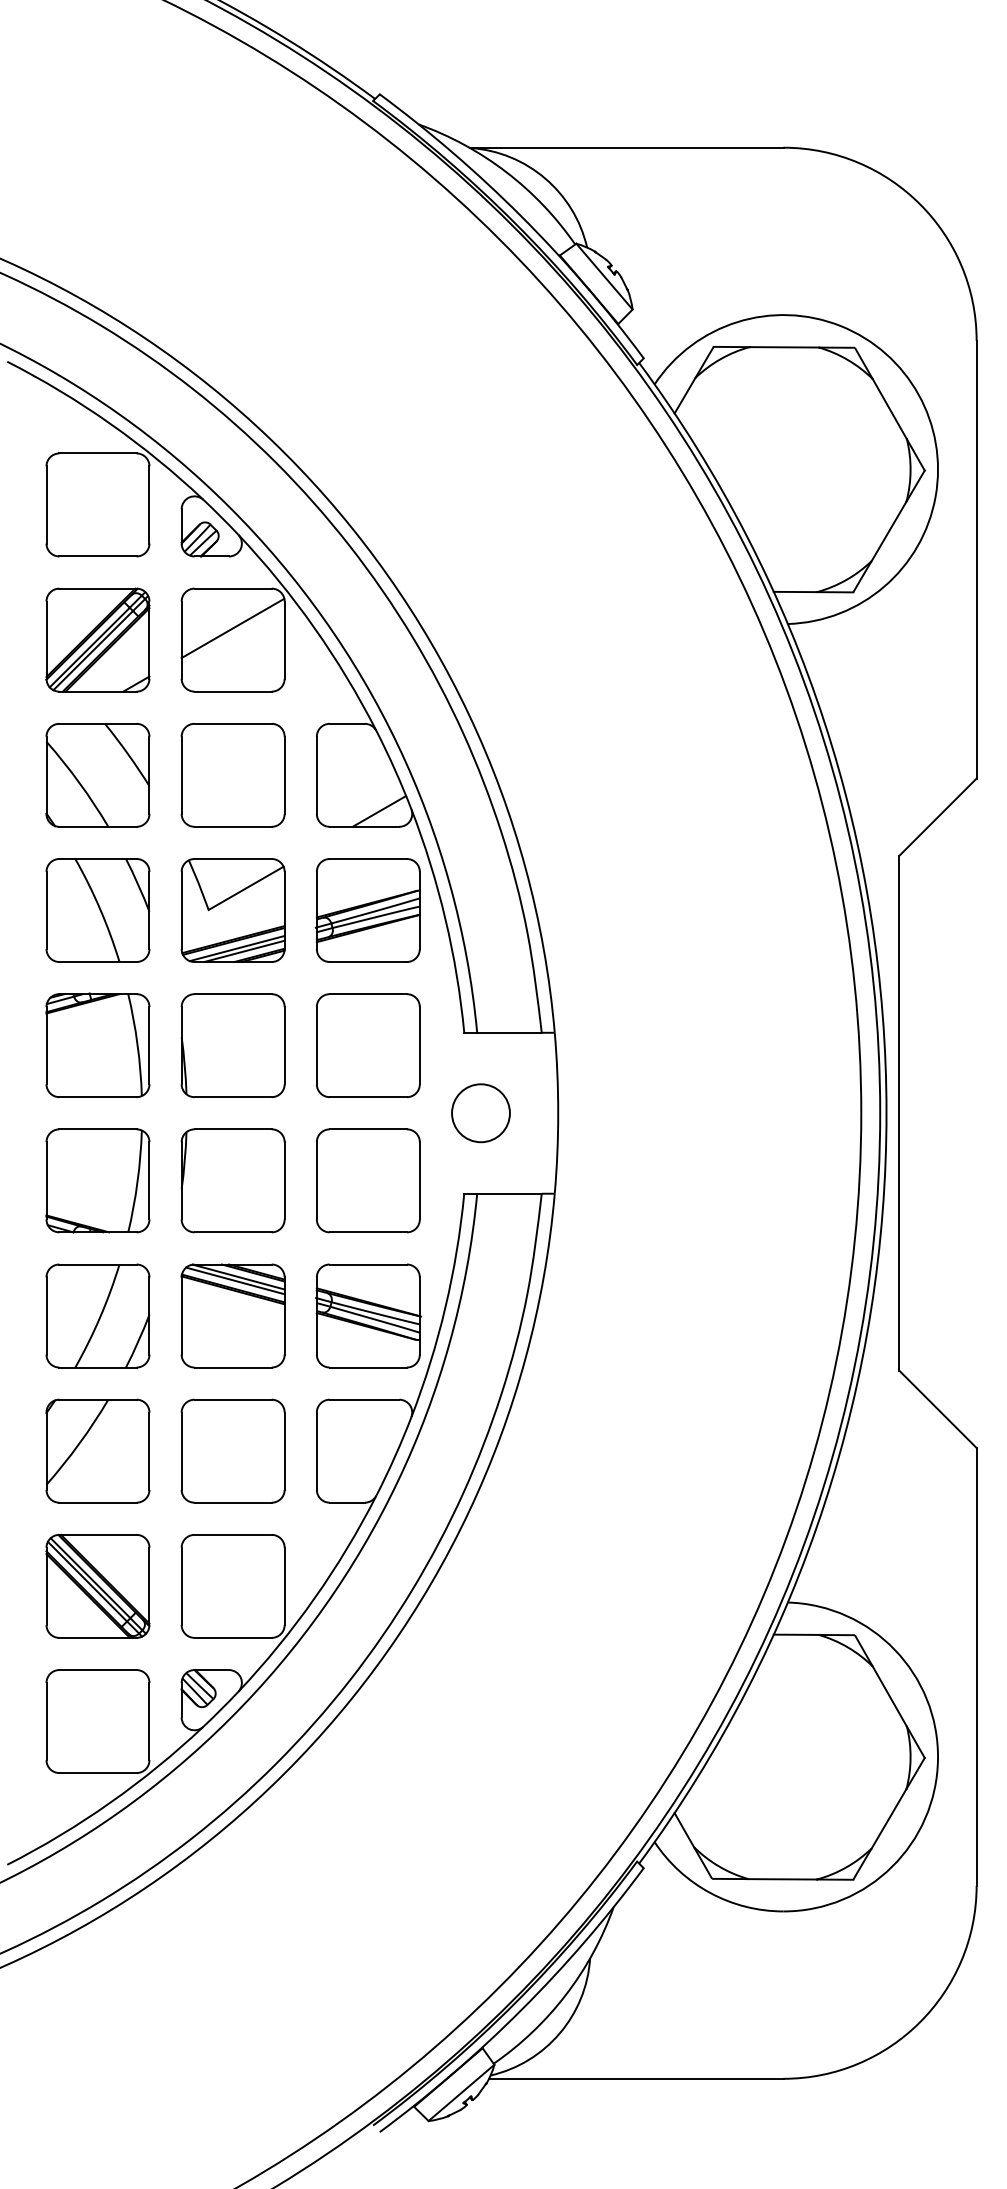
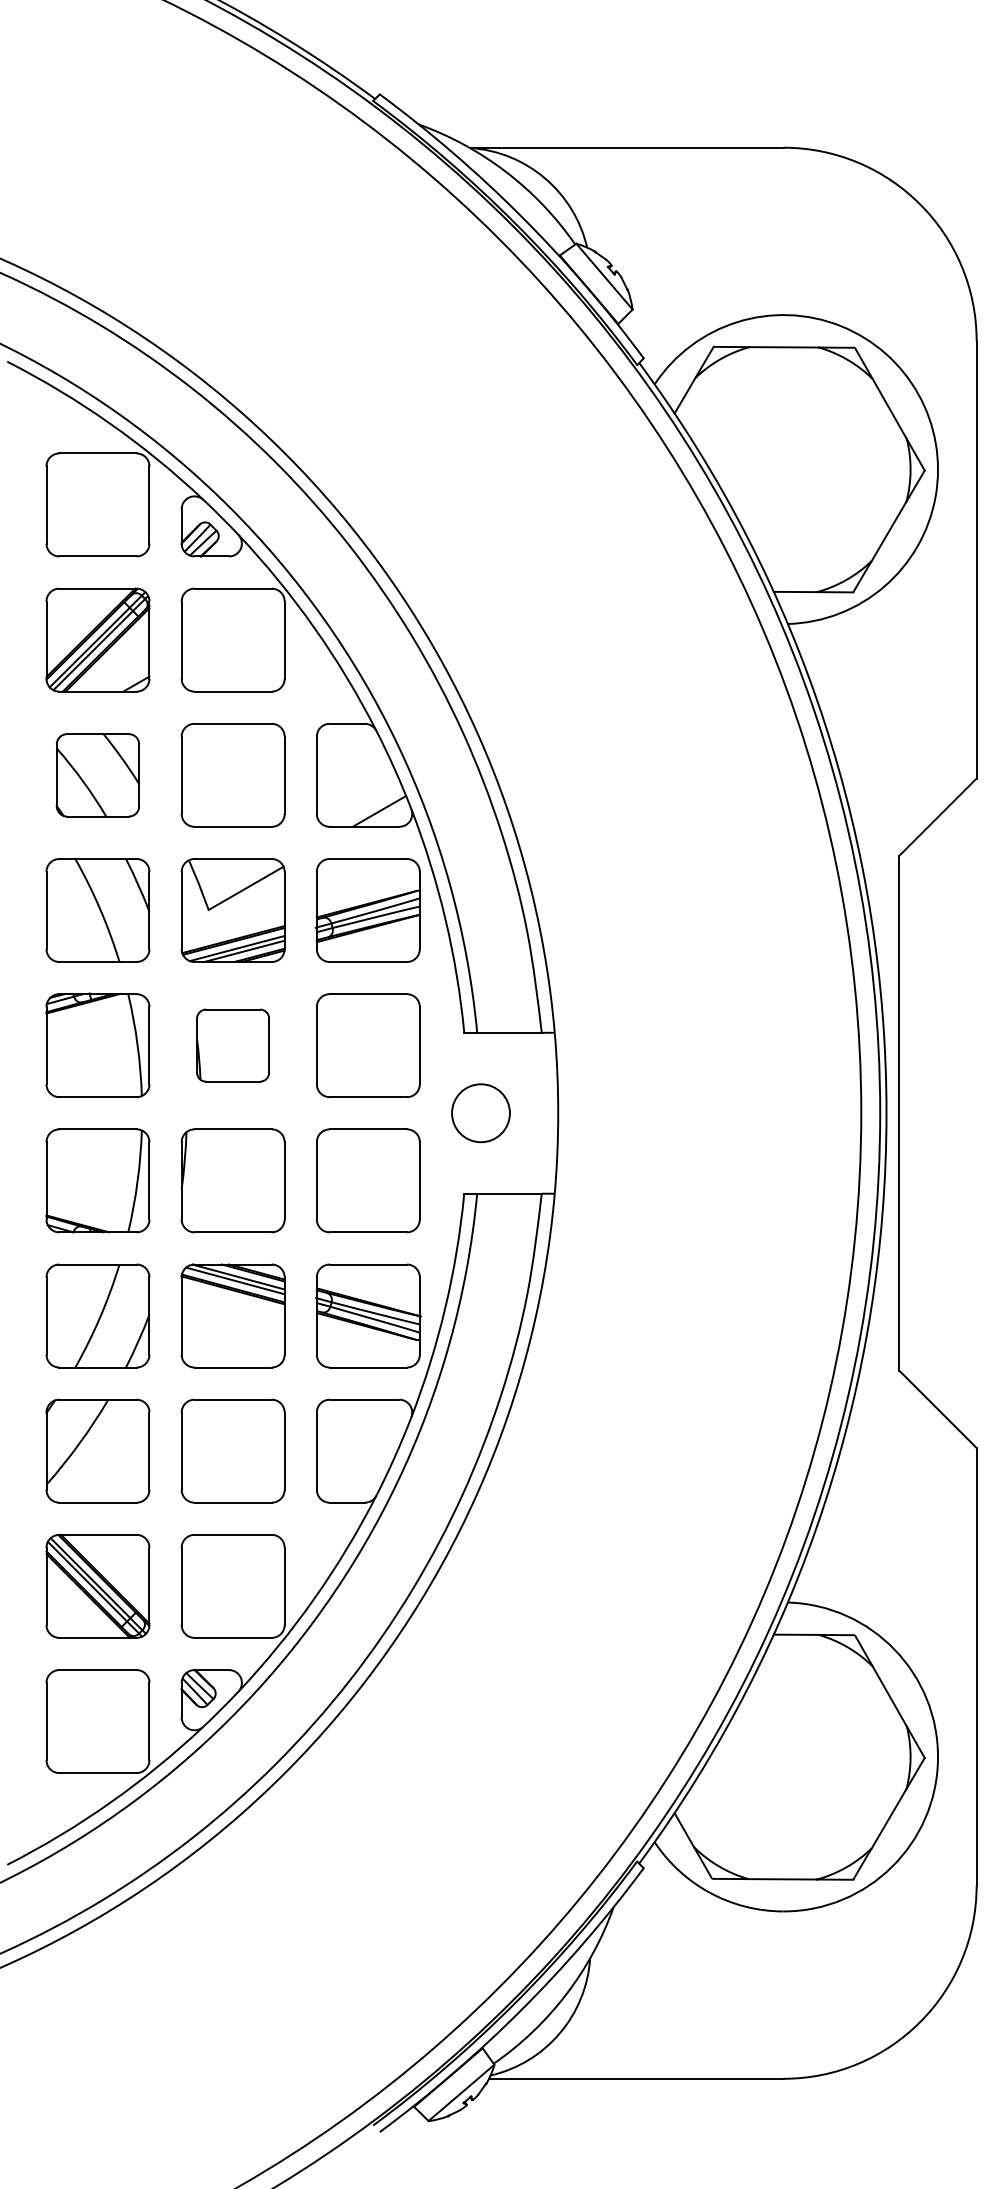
line at (232, 628): present -> none
part at (97, 775) size: 106x105 px -> 85x85 px
part at (232, 1045) size: 106x105 px -> 74x75 px
